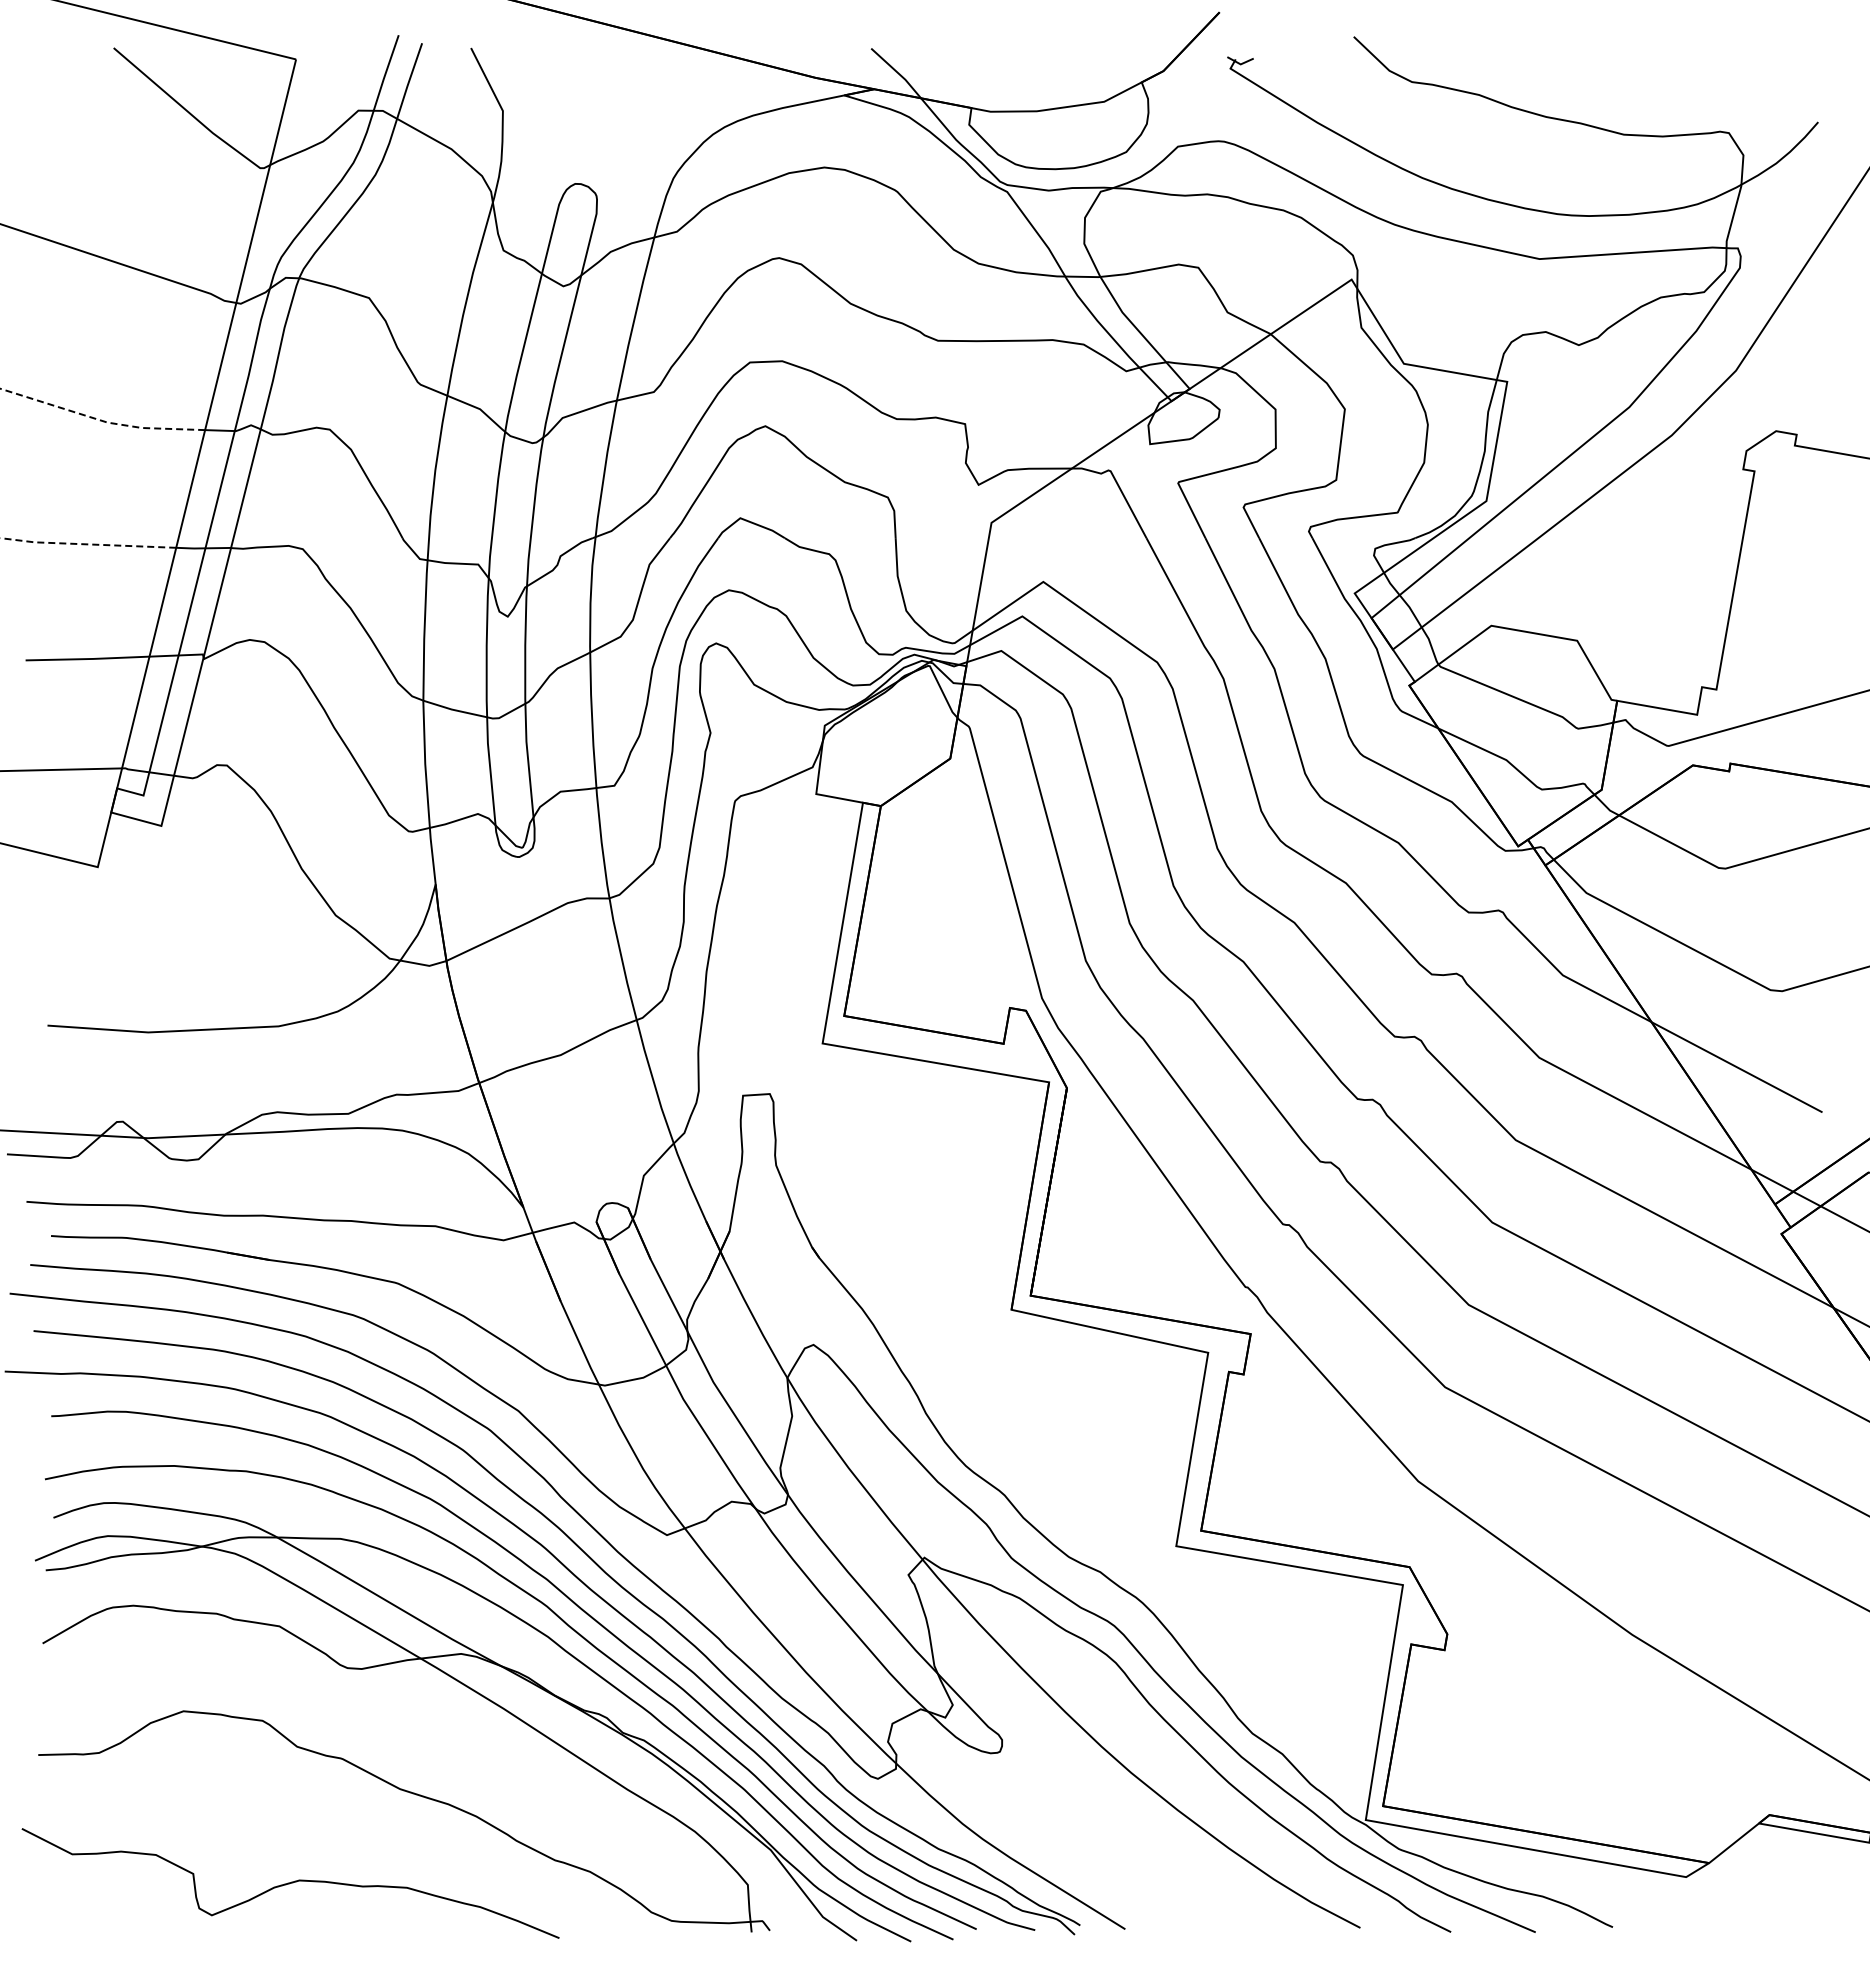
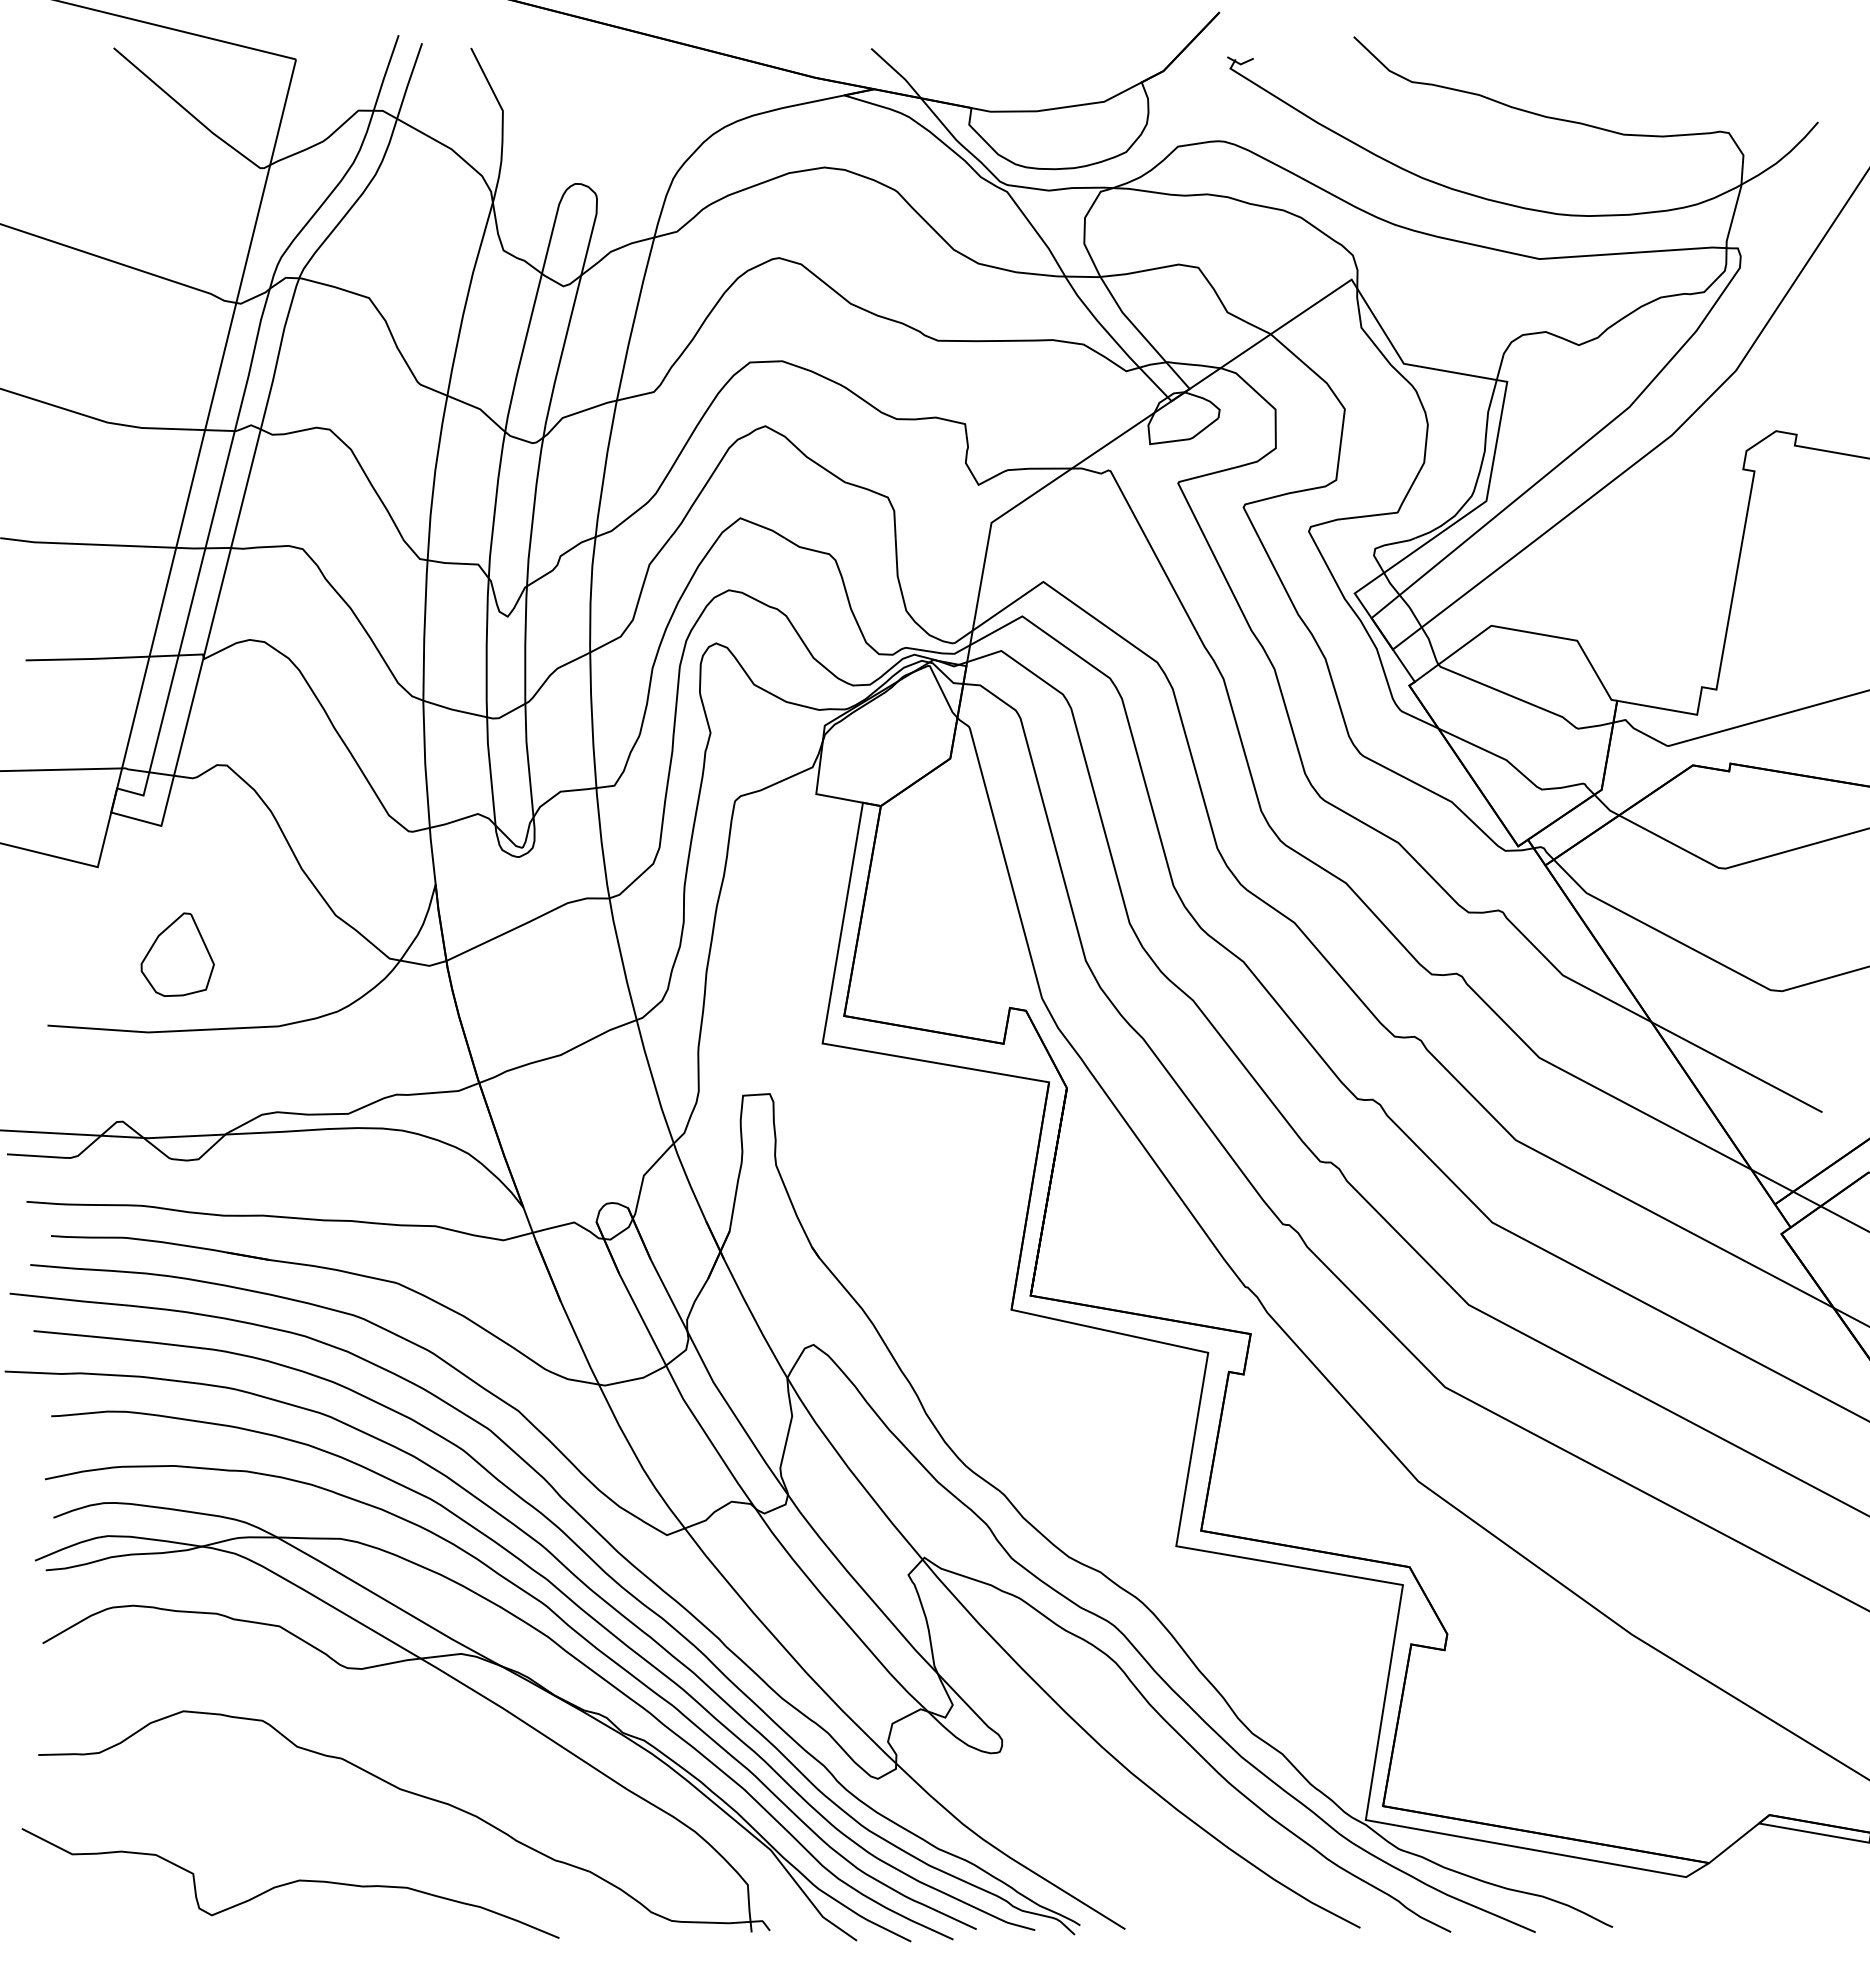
line at (101, 420): dashed -> solid
line at (87, 544): dashed -> solid
part at (177, 954): none -> present
